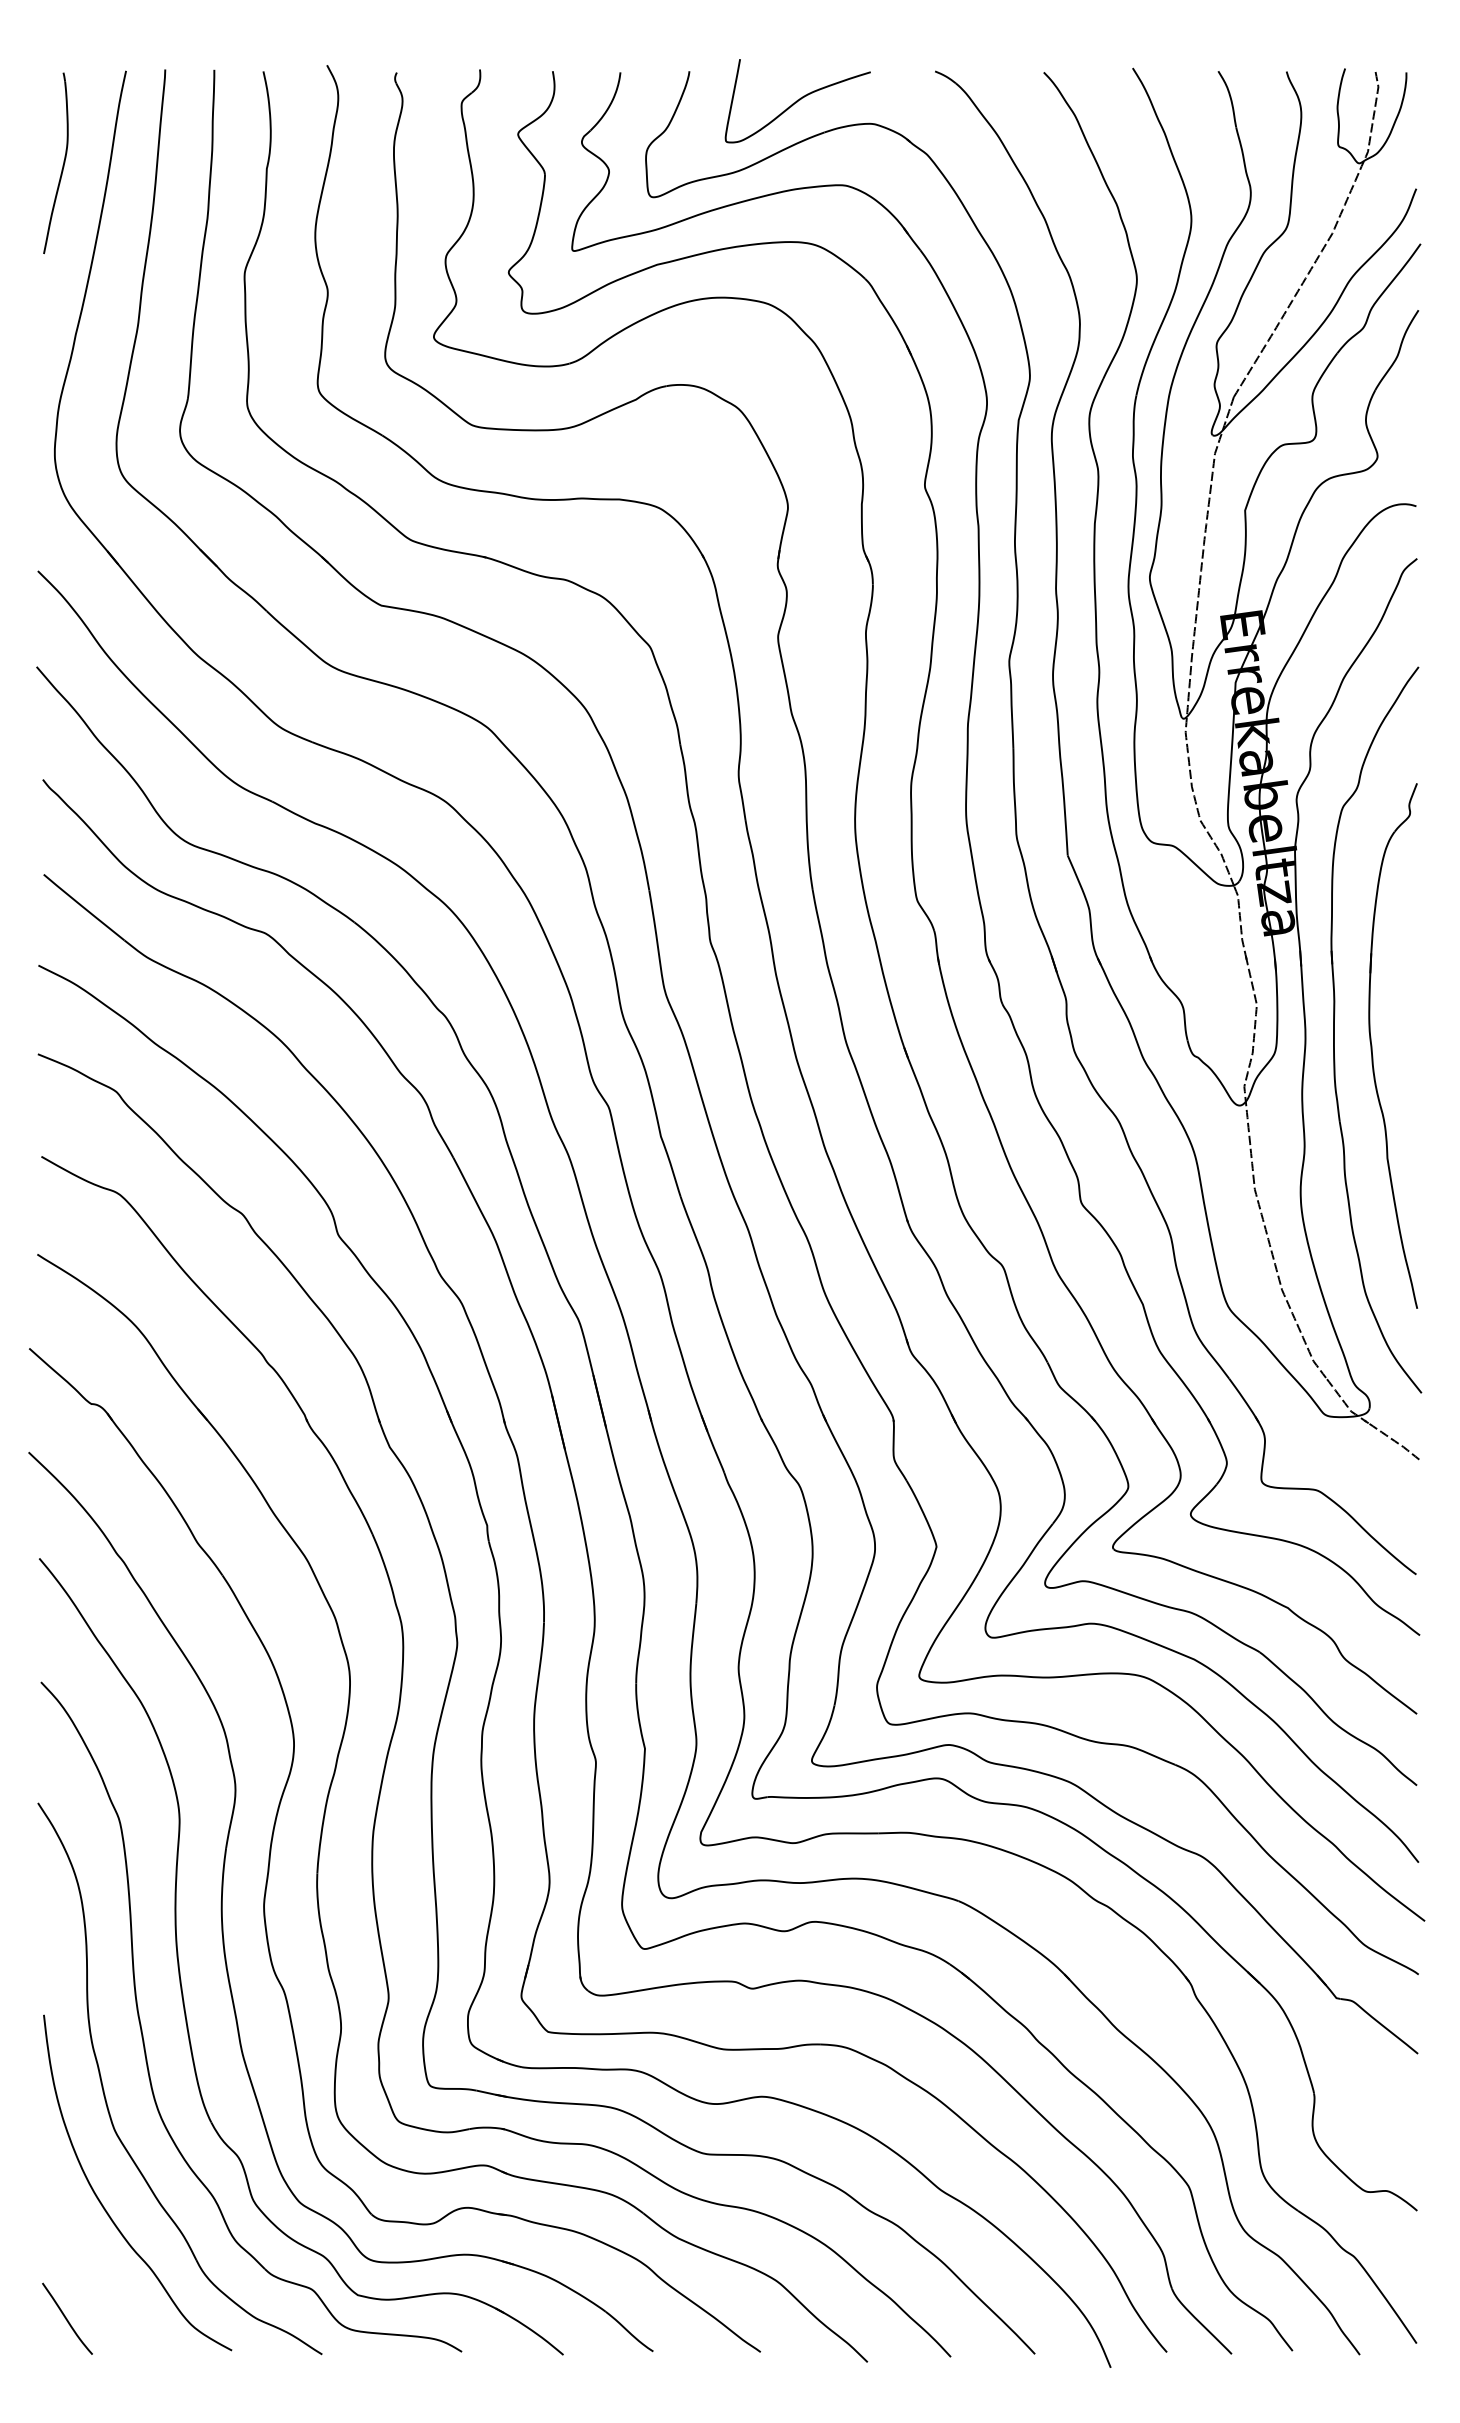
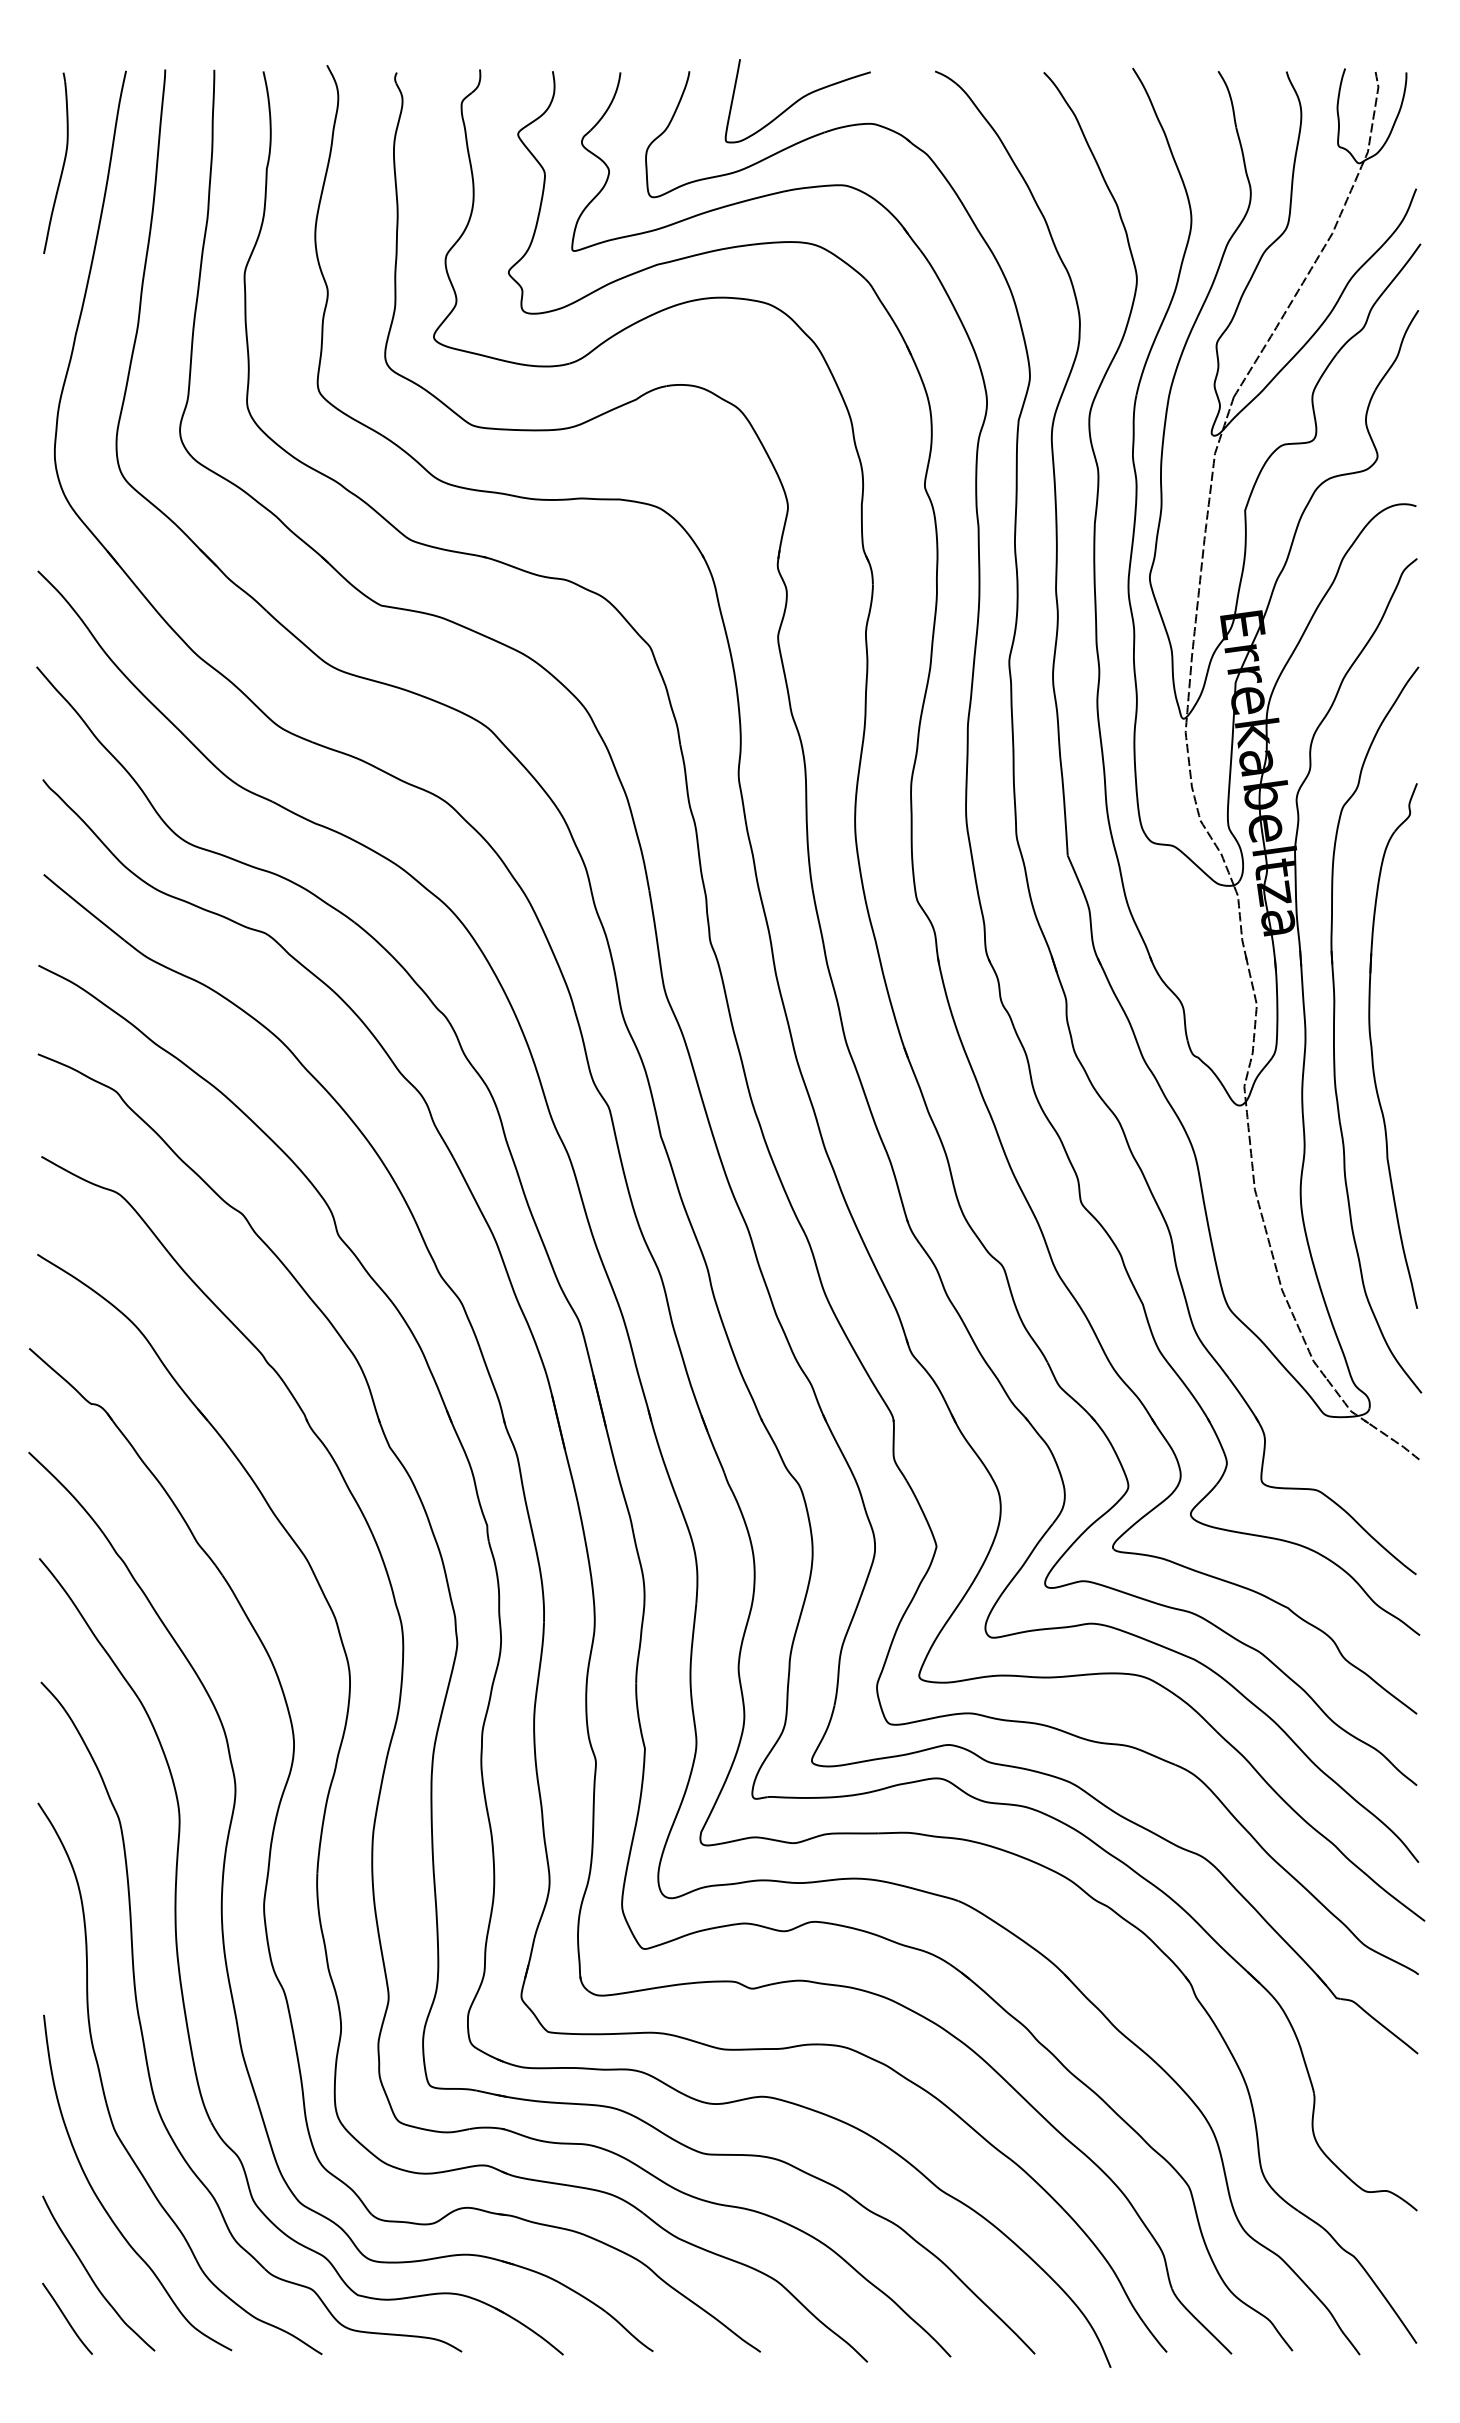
curve at (91, 2276): none -> present
